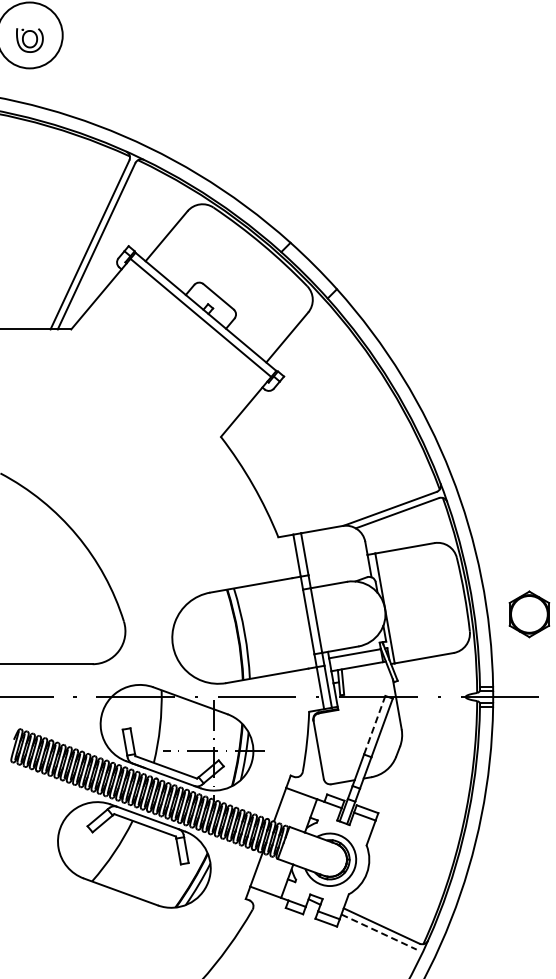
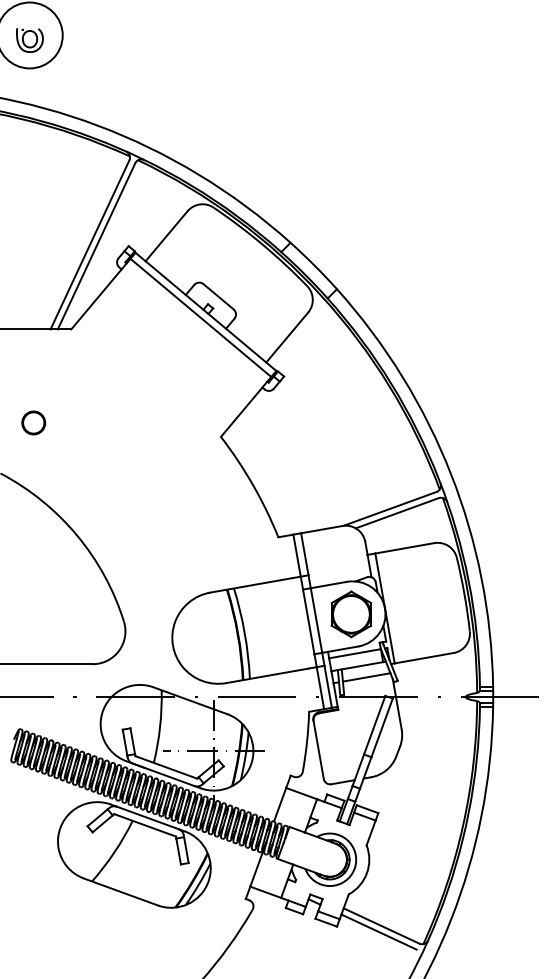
part at (33, 422): none -> present
part at (529, 614) position: (529, 614) -> (351, 614)
line at (366, 677): none -> present
line at (374, 725): dashed -> solid
line at (379, 932): dashed -> solid
